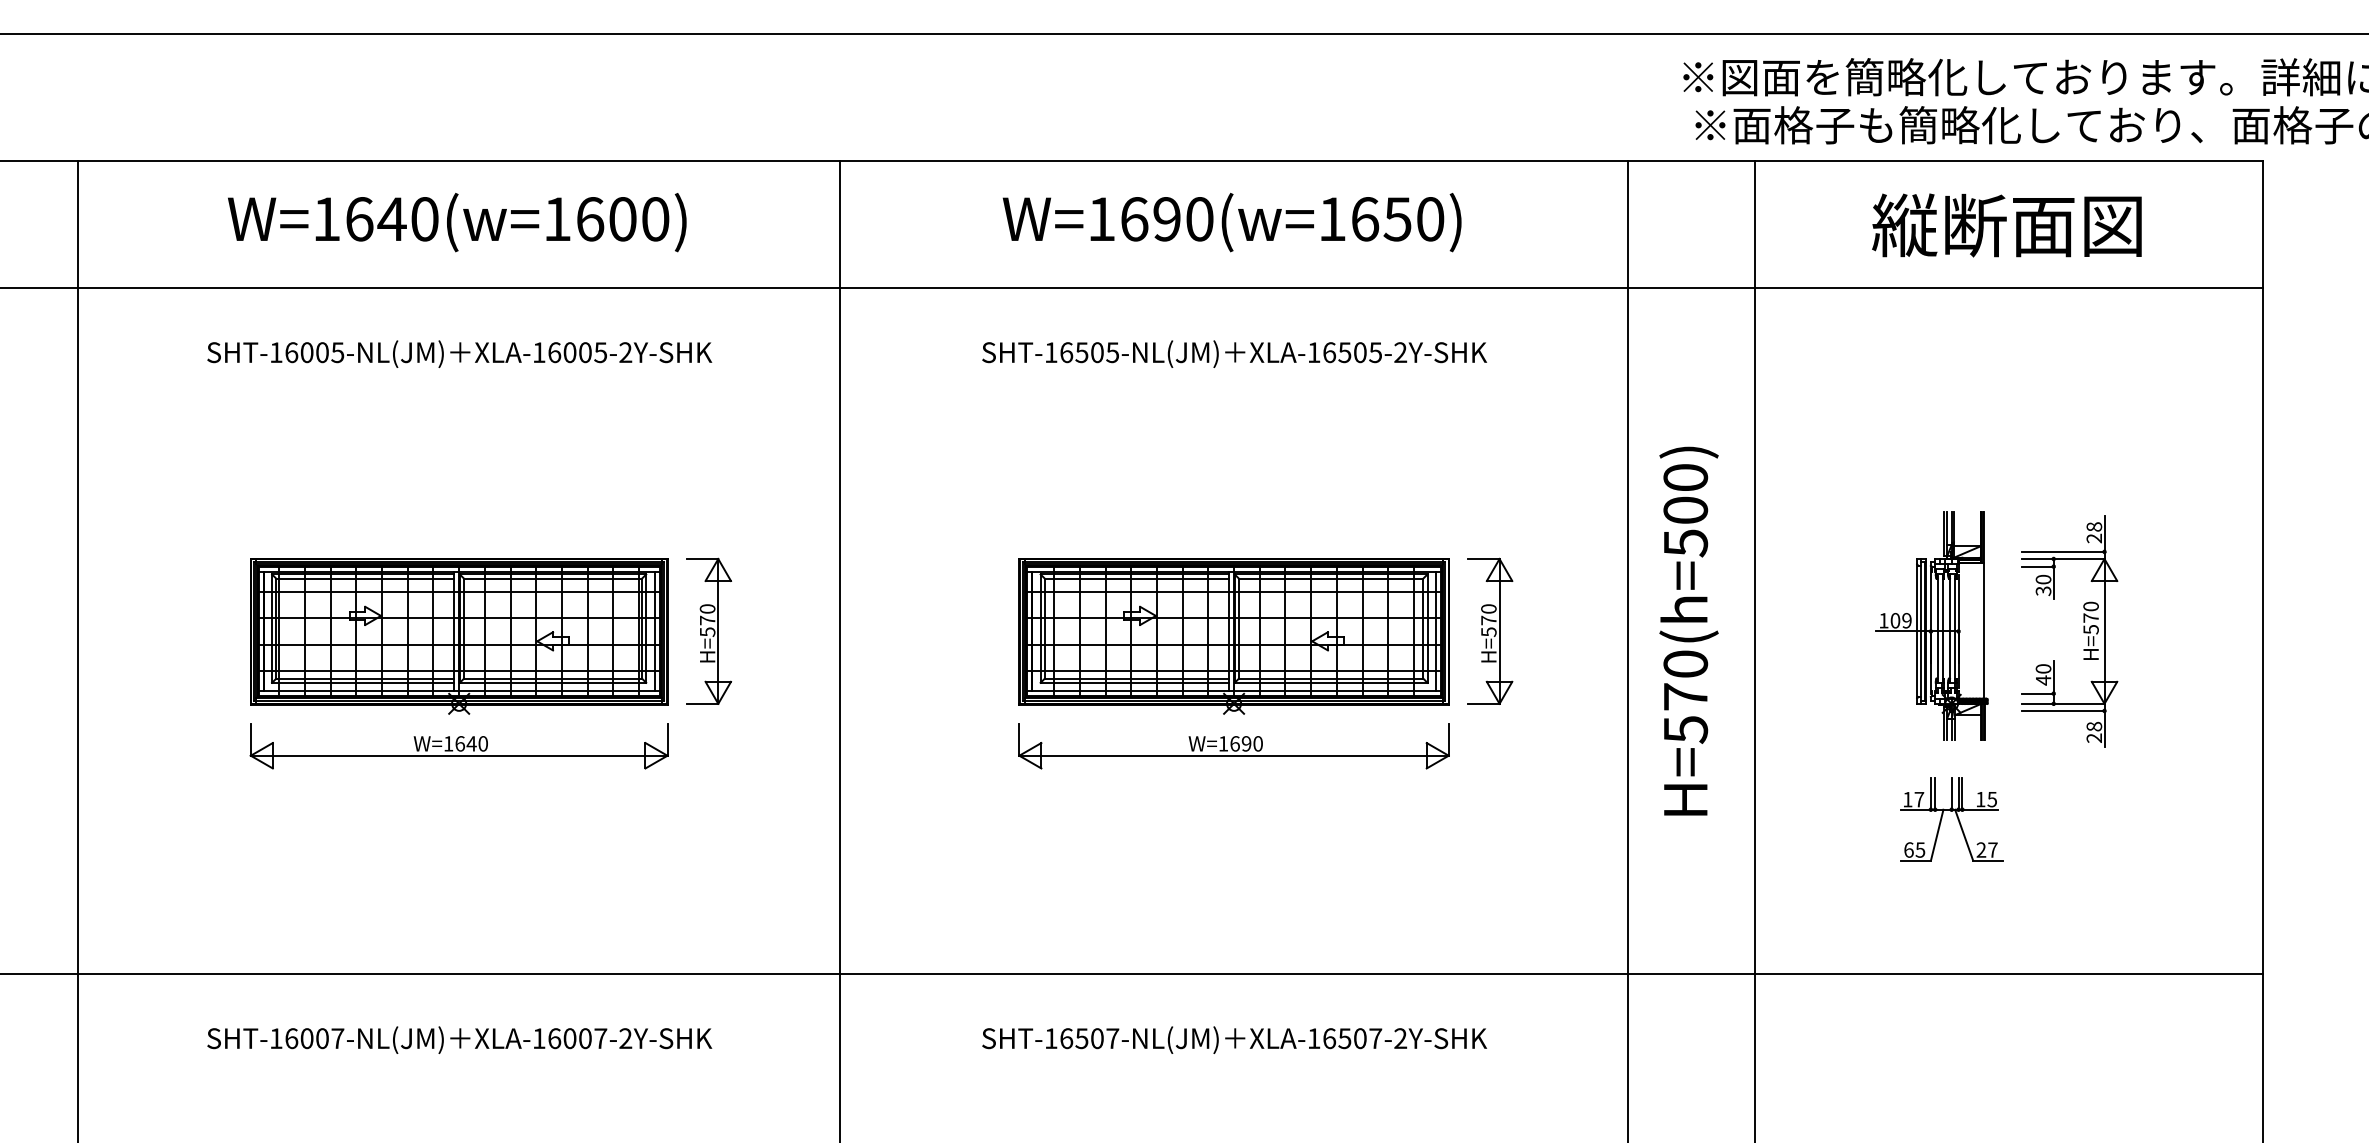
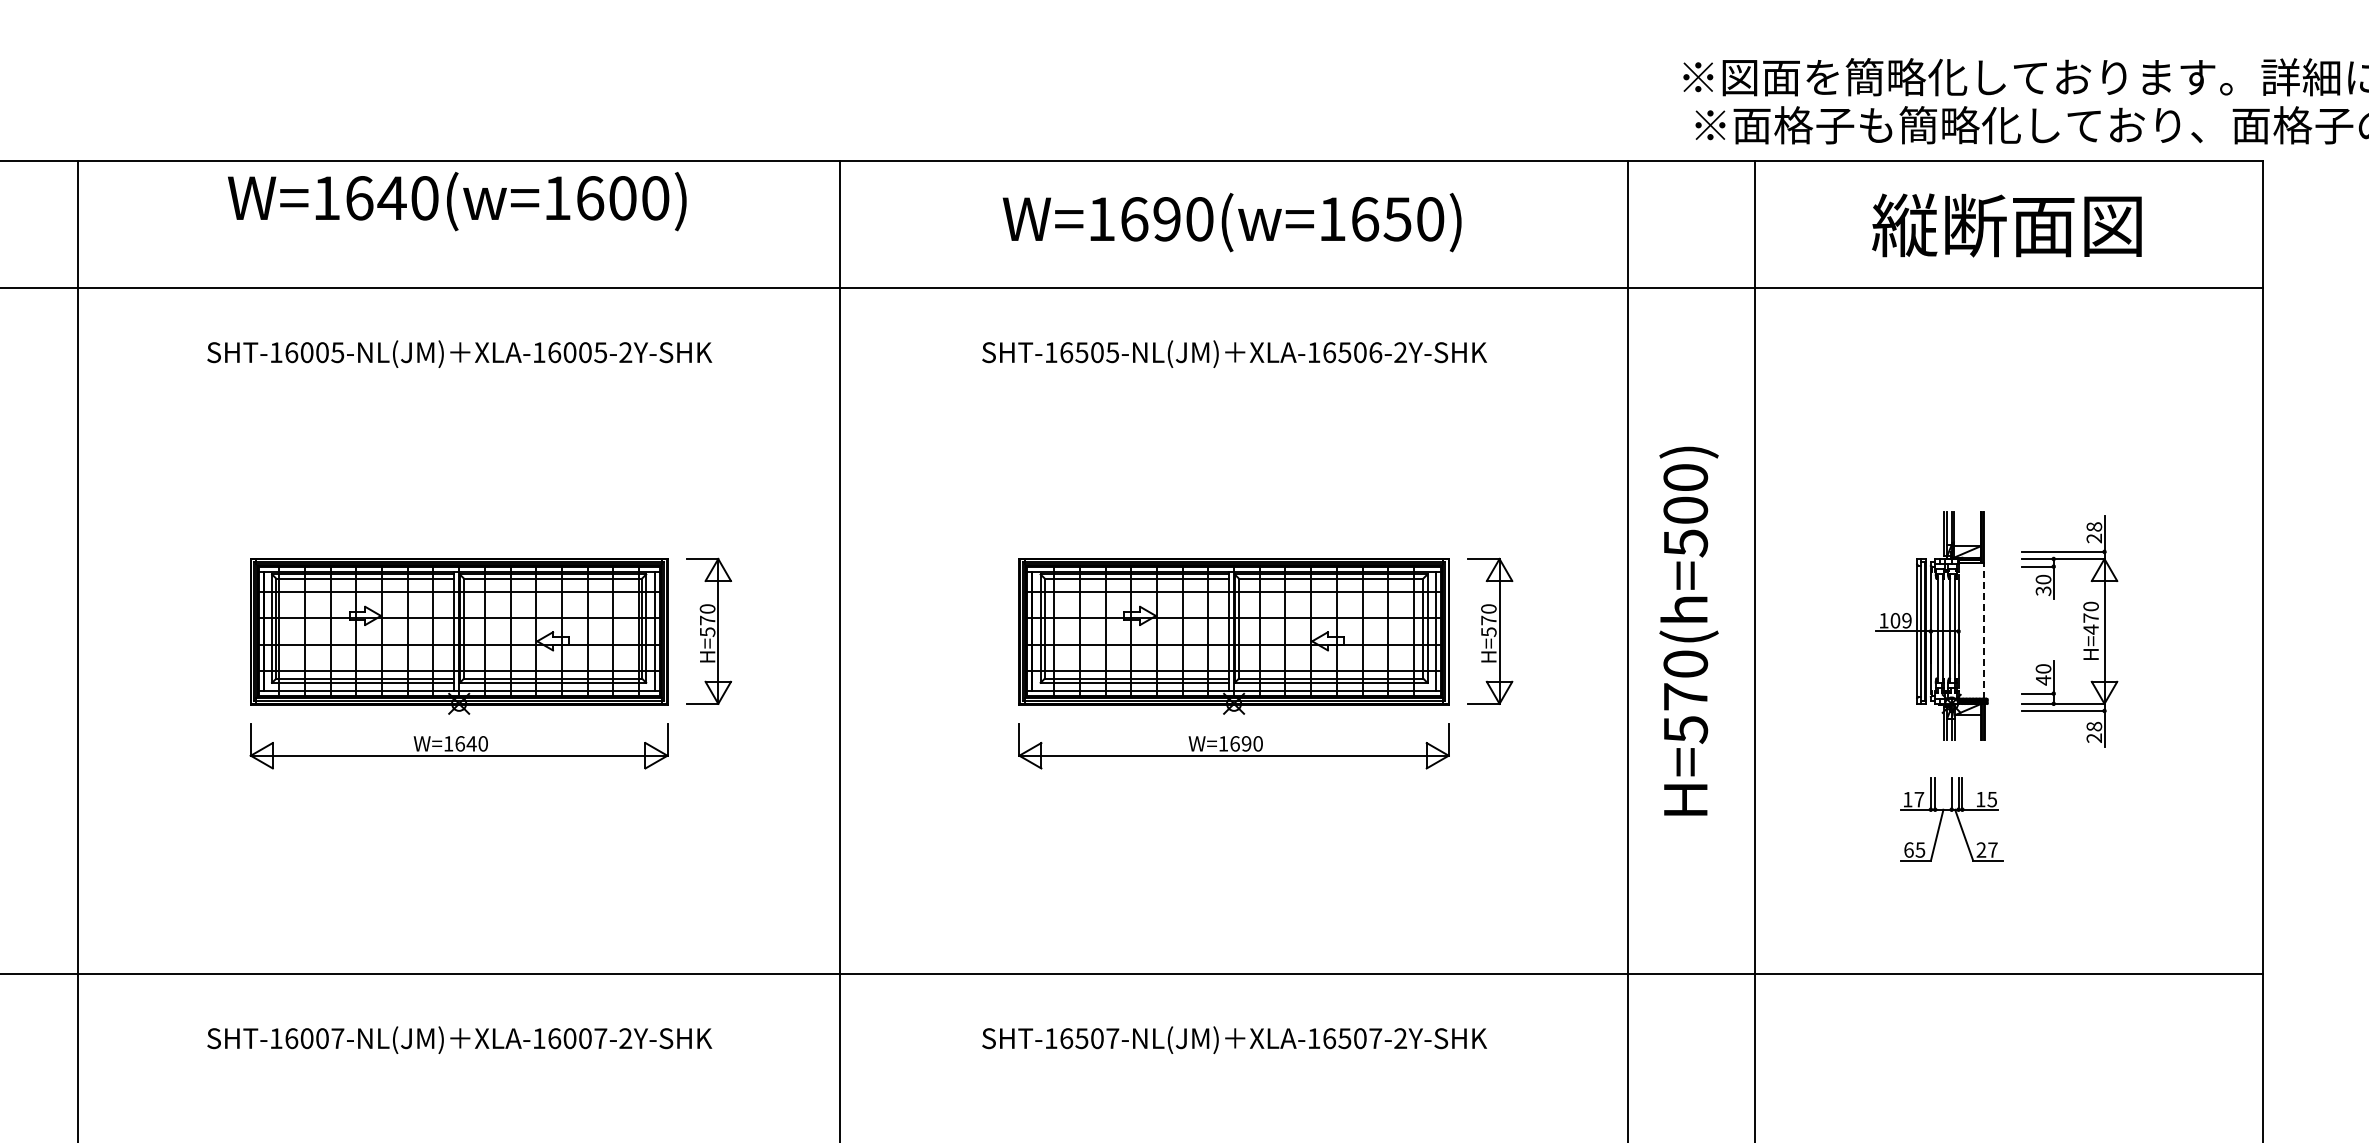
line at (1183, 34): present -> none
text at (457, 222) position: (457, 222) -> (457, 201)
text at (1375, 352): XLA-16505-2Y-SHK -> XLA-16506-2Y-SHK
text at (2090, 629): H=570 -> H=470
line at (1983, 630): solid -> dashed
